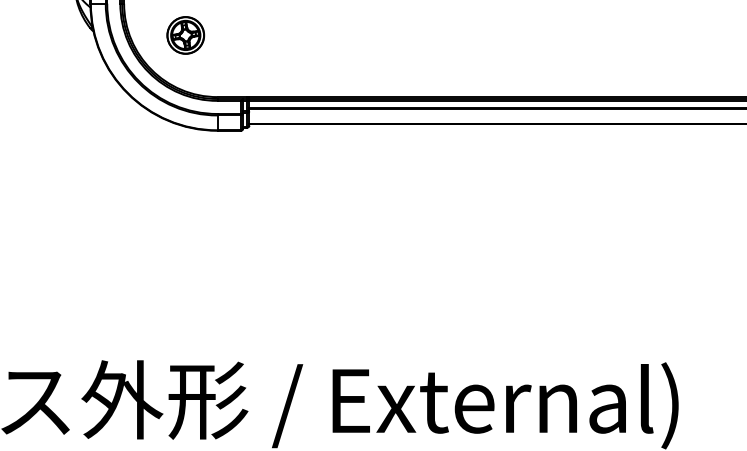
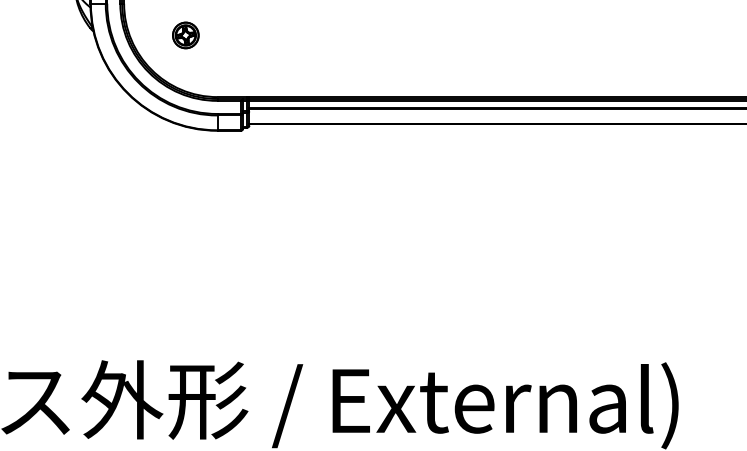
part at (185, 35) size: 40x39 px -> 28x29 px
